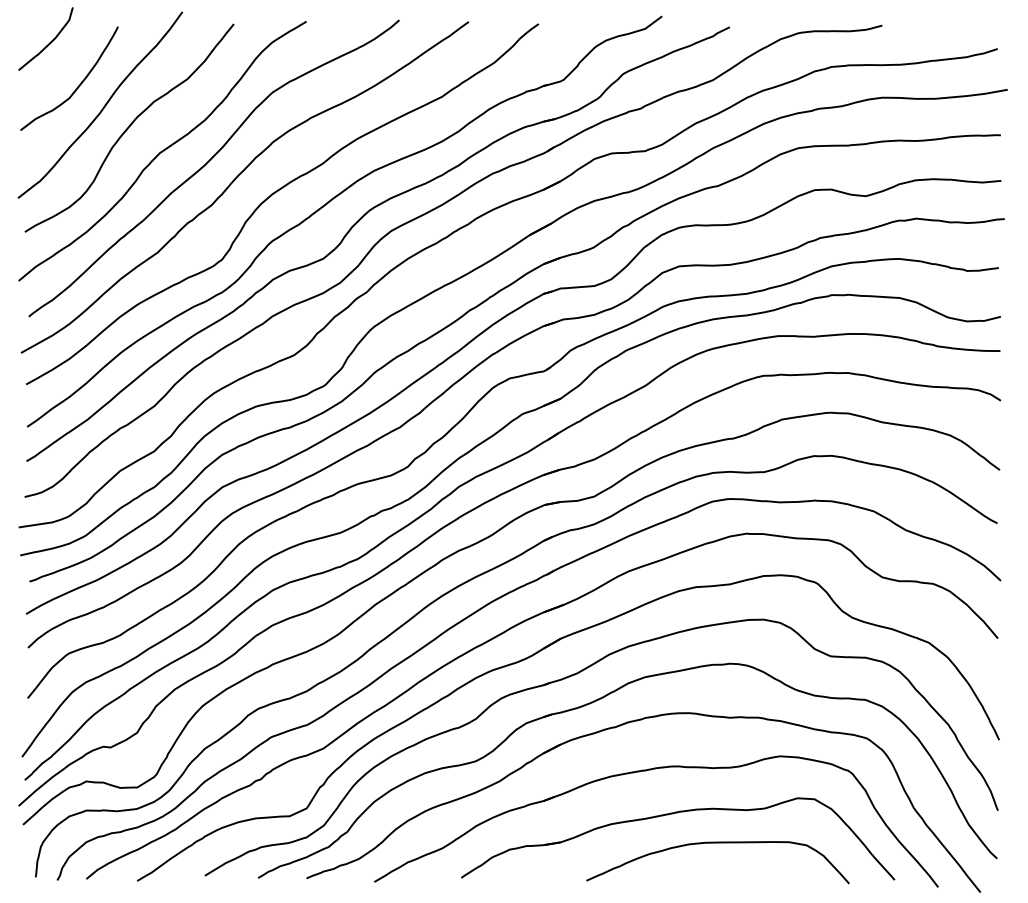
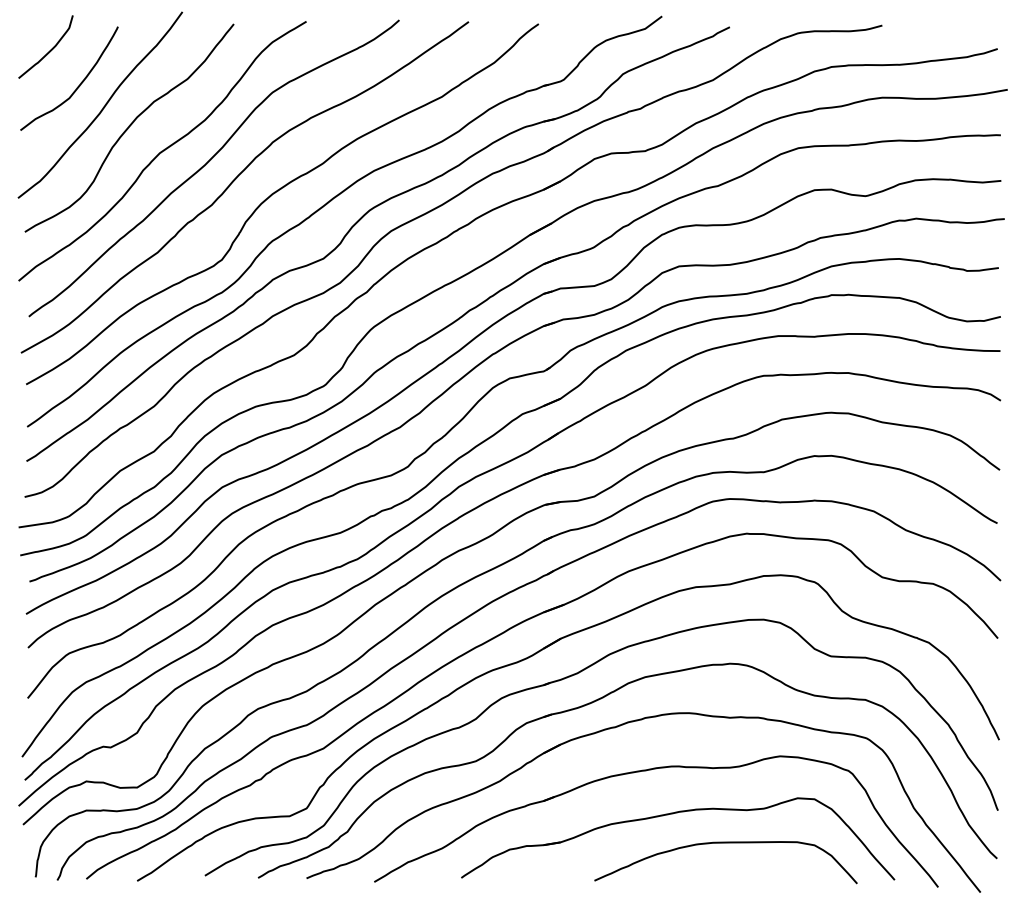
curve at (49, 42) position: (49, 42) -> (49, 50)
curve at (717, 843) position: (717, 843) -> (725, 843)
